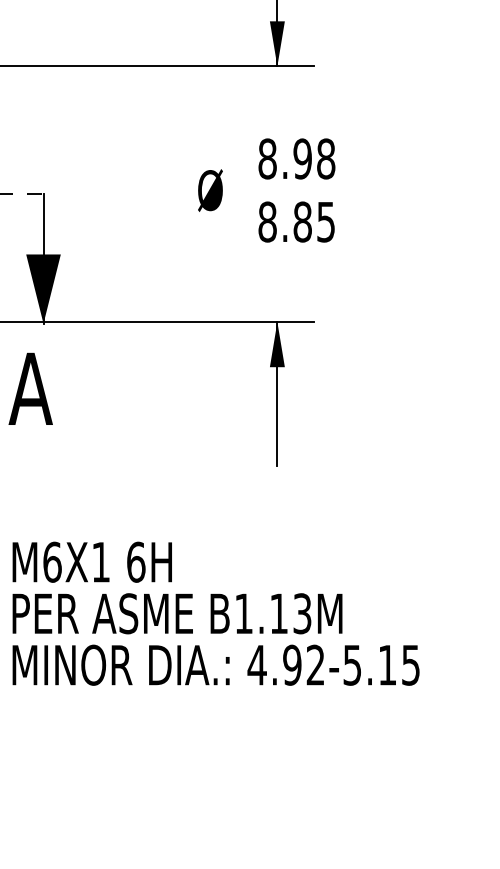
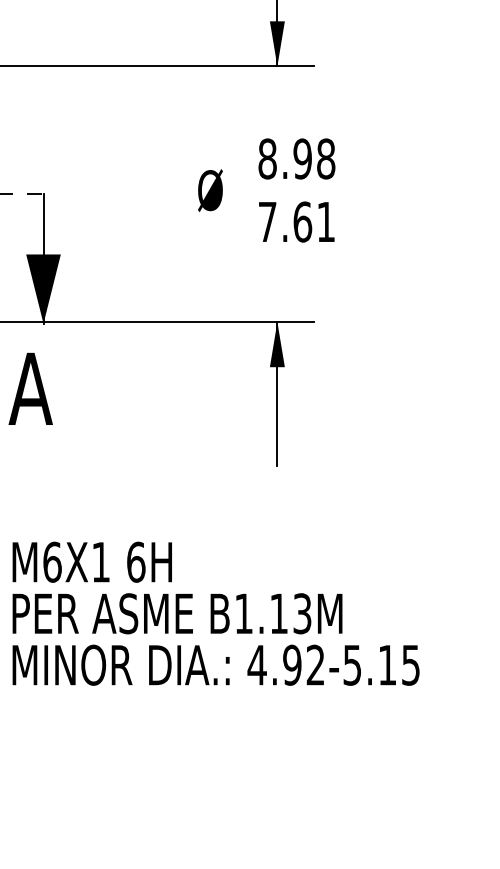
text at (296, 221): 8.85 -> 7.61
